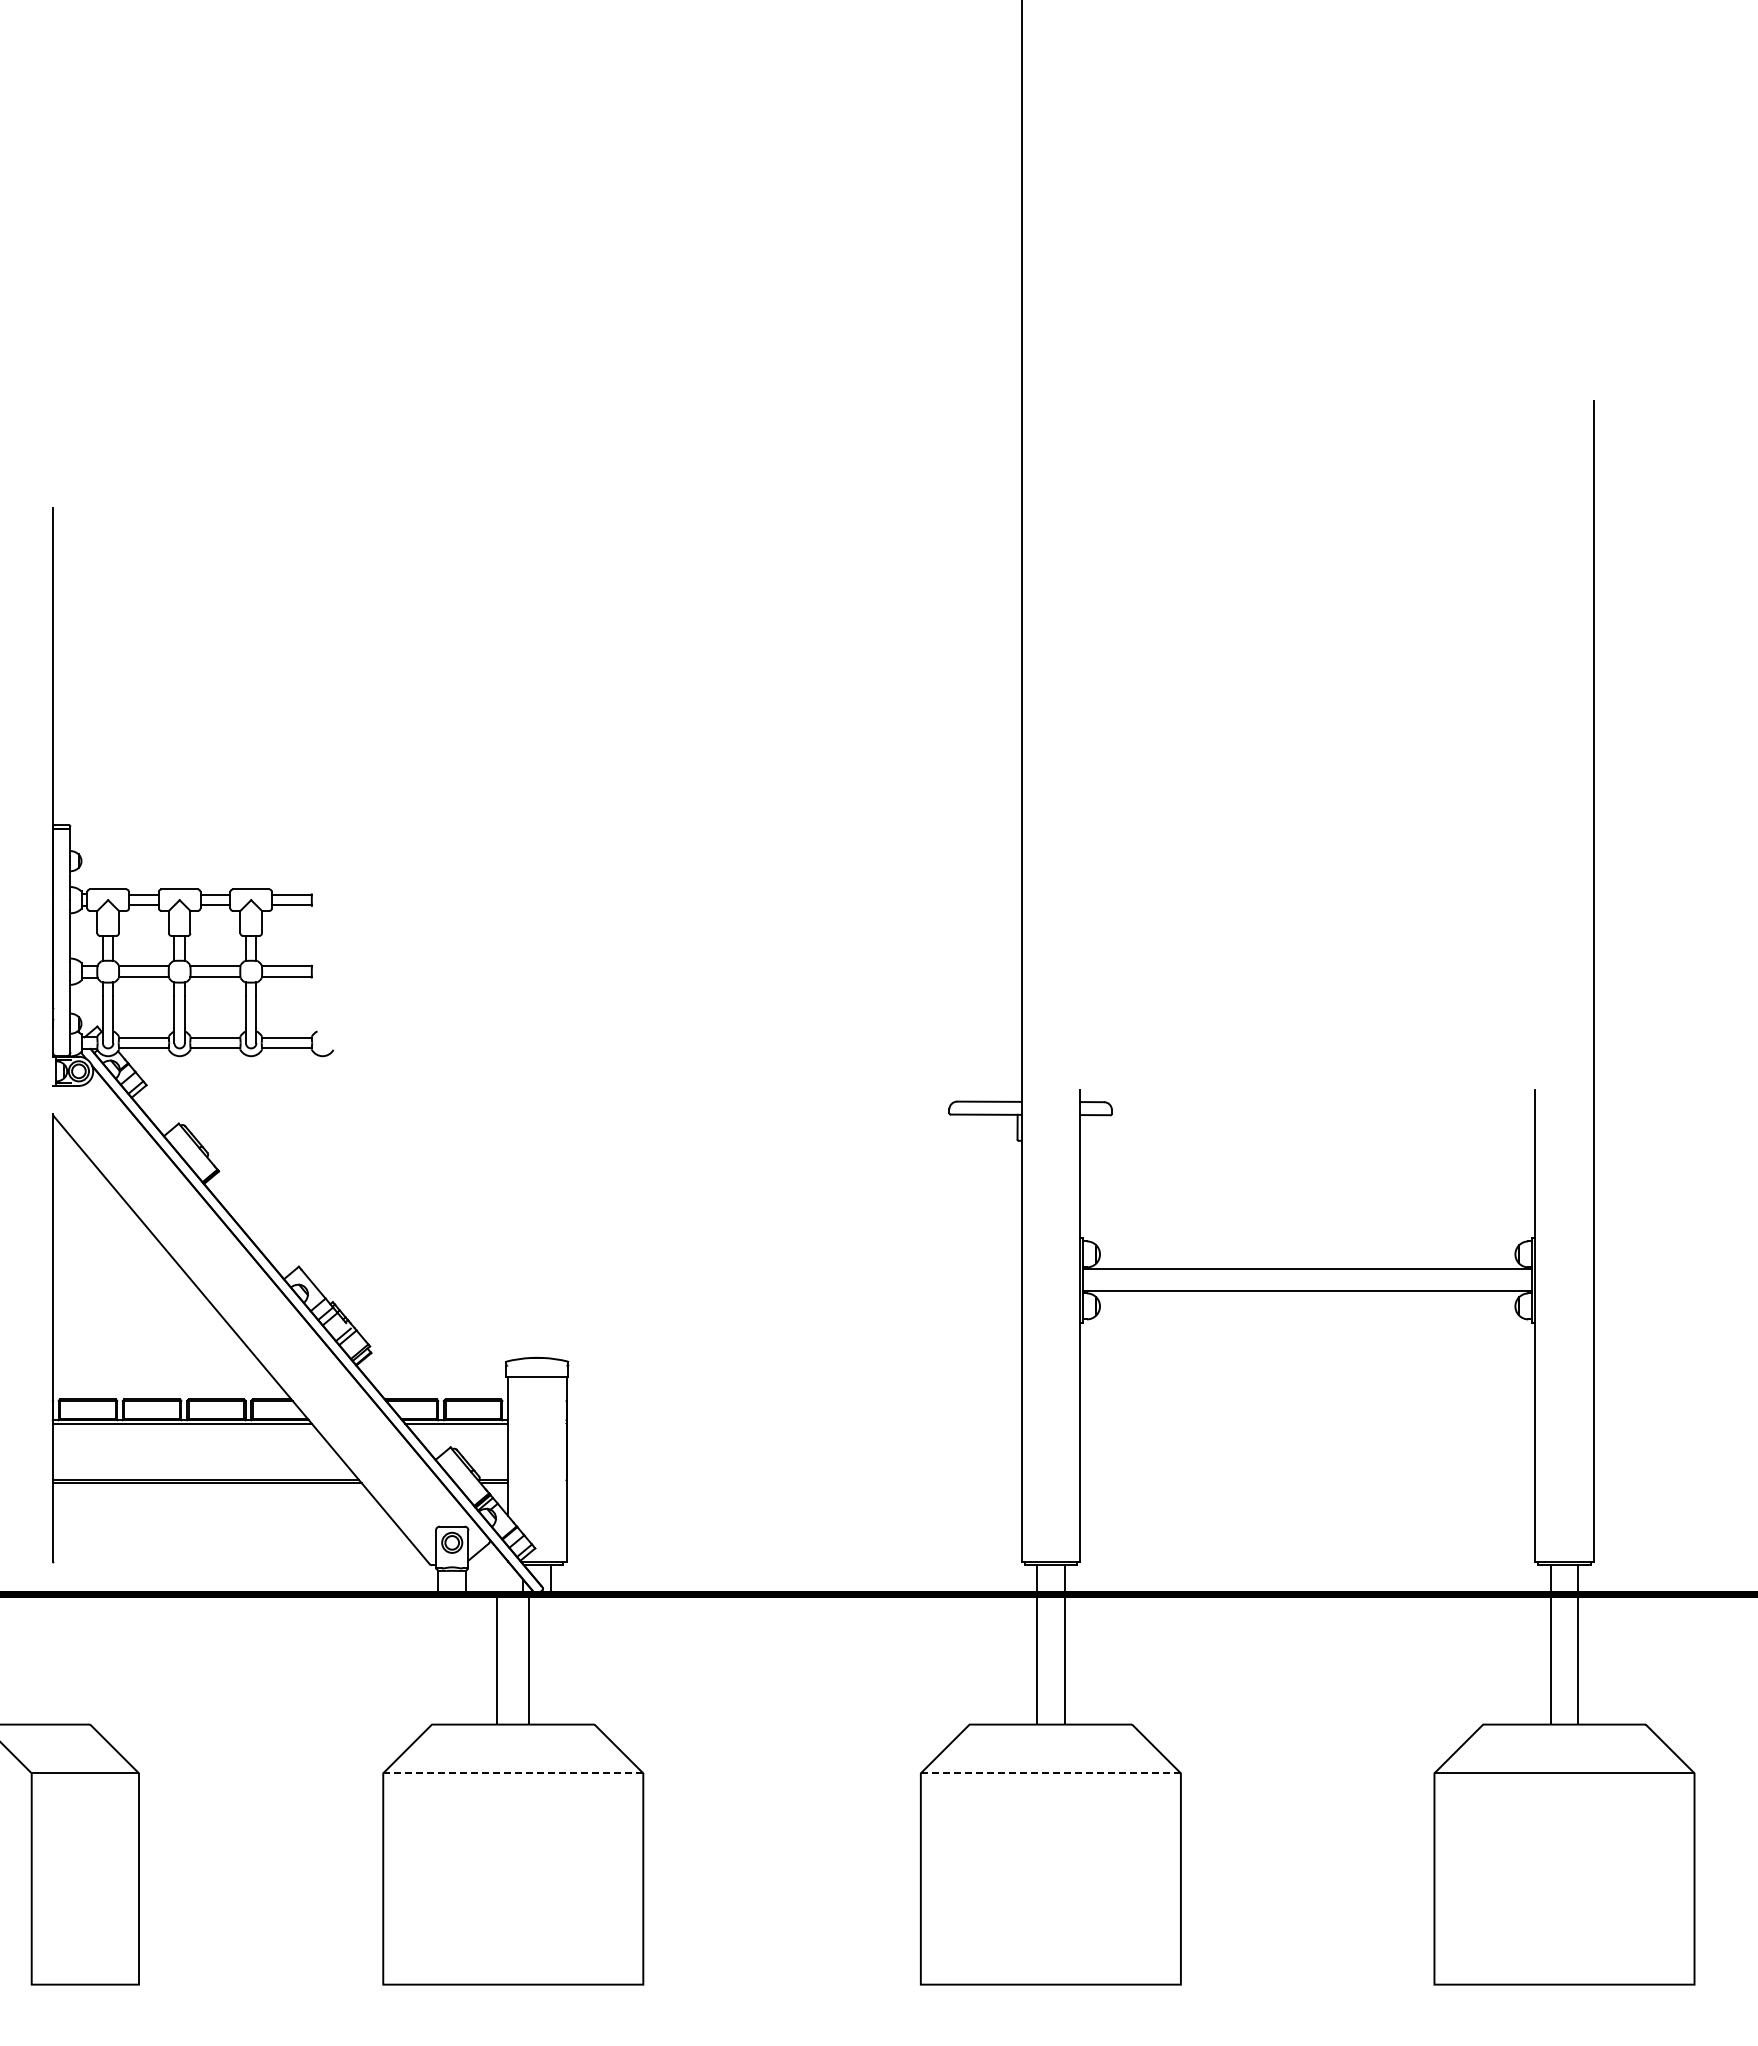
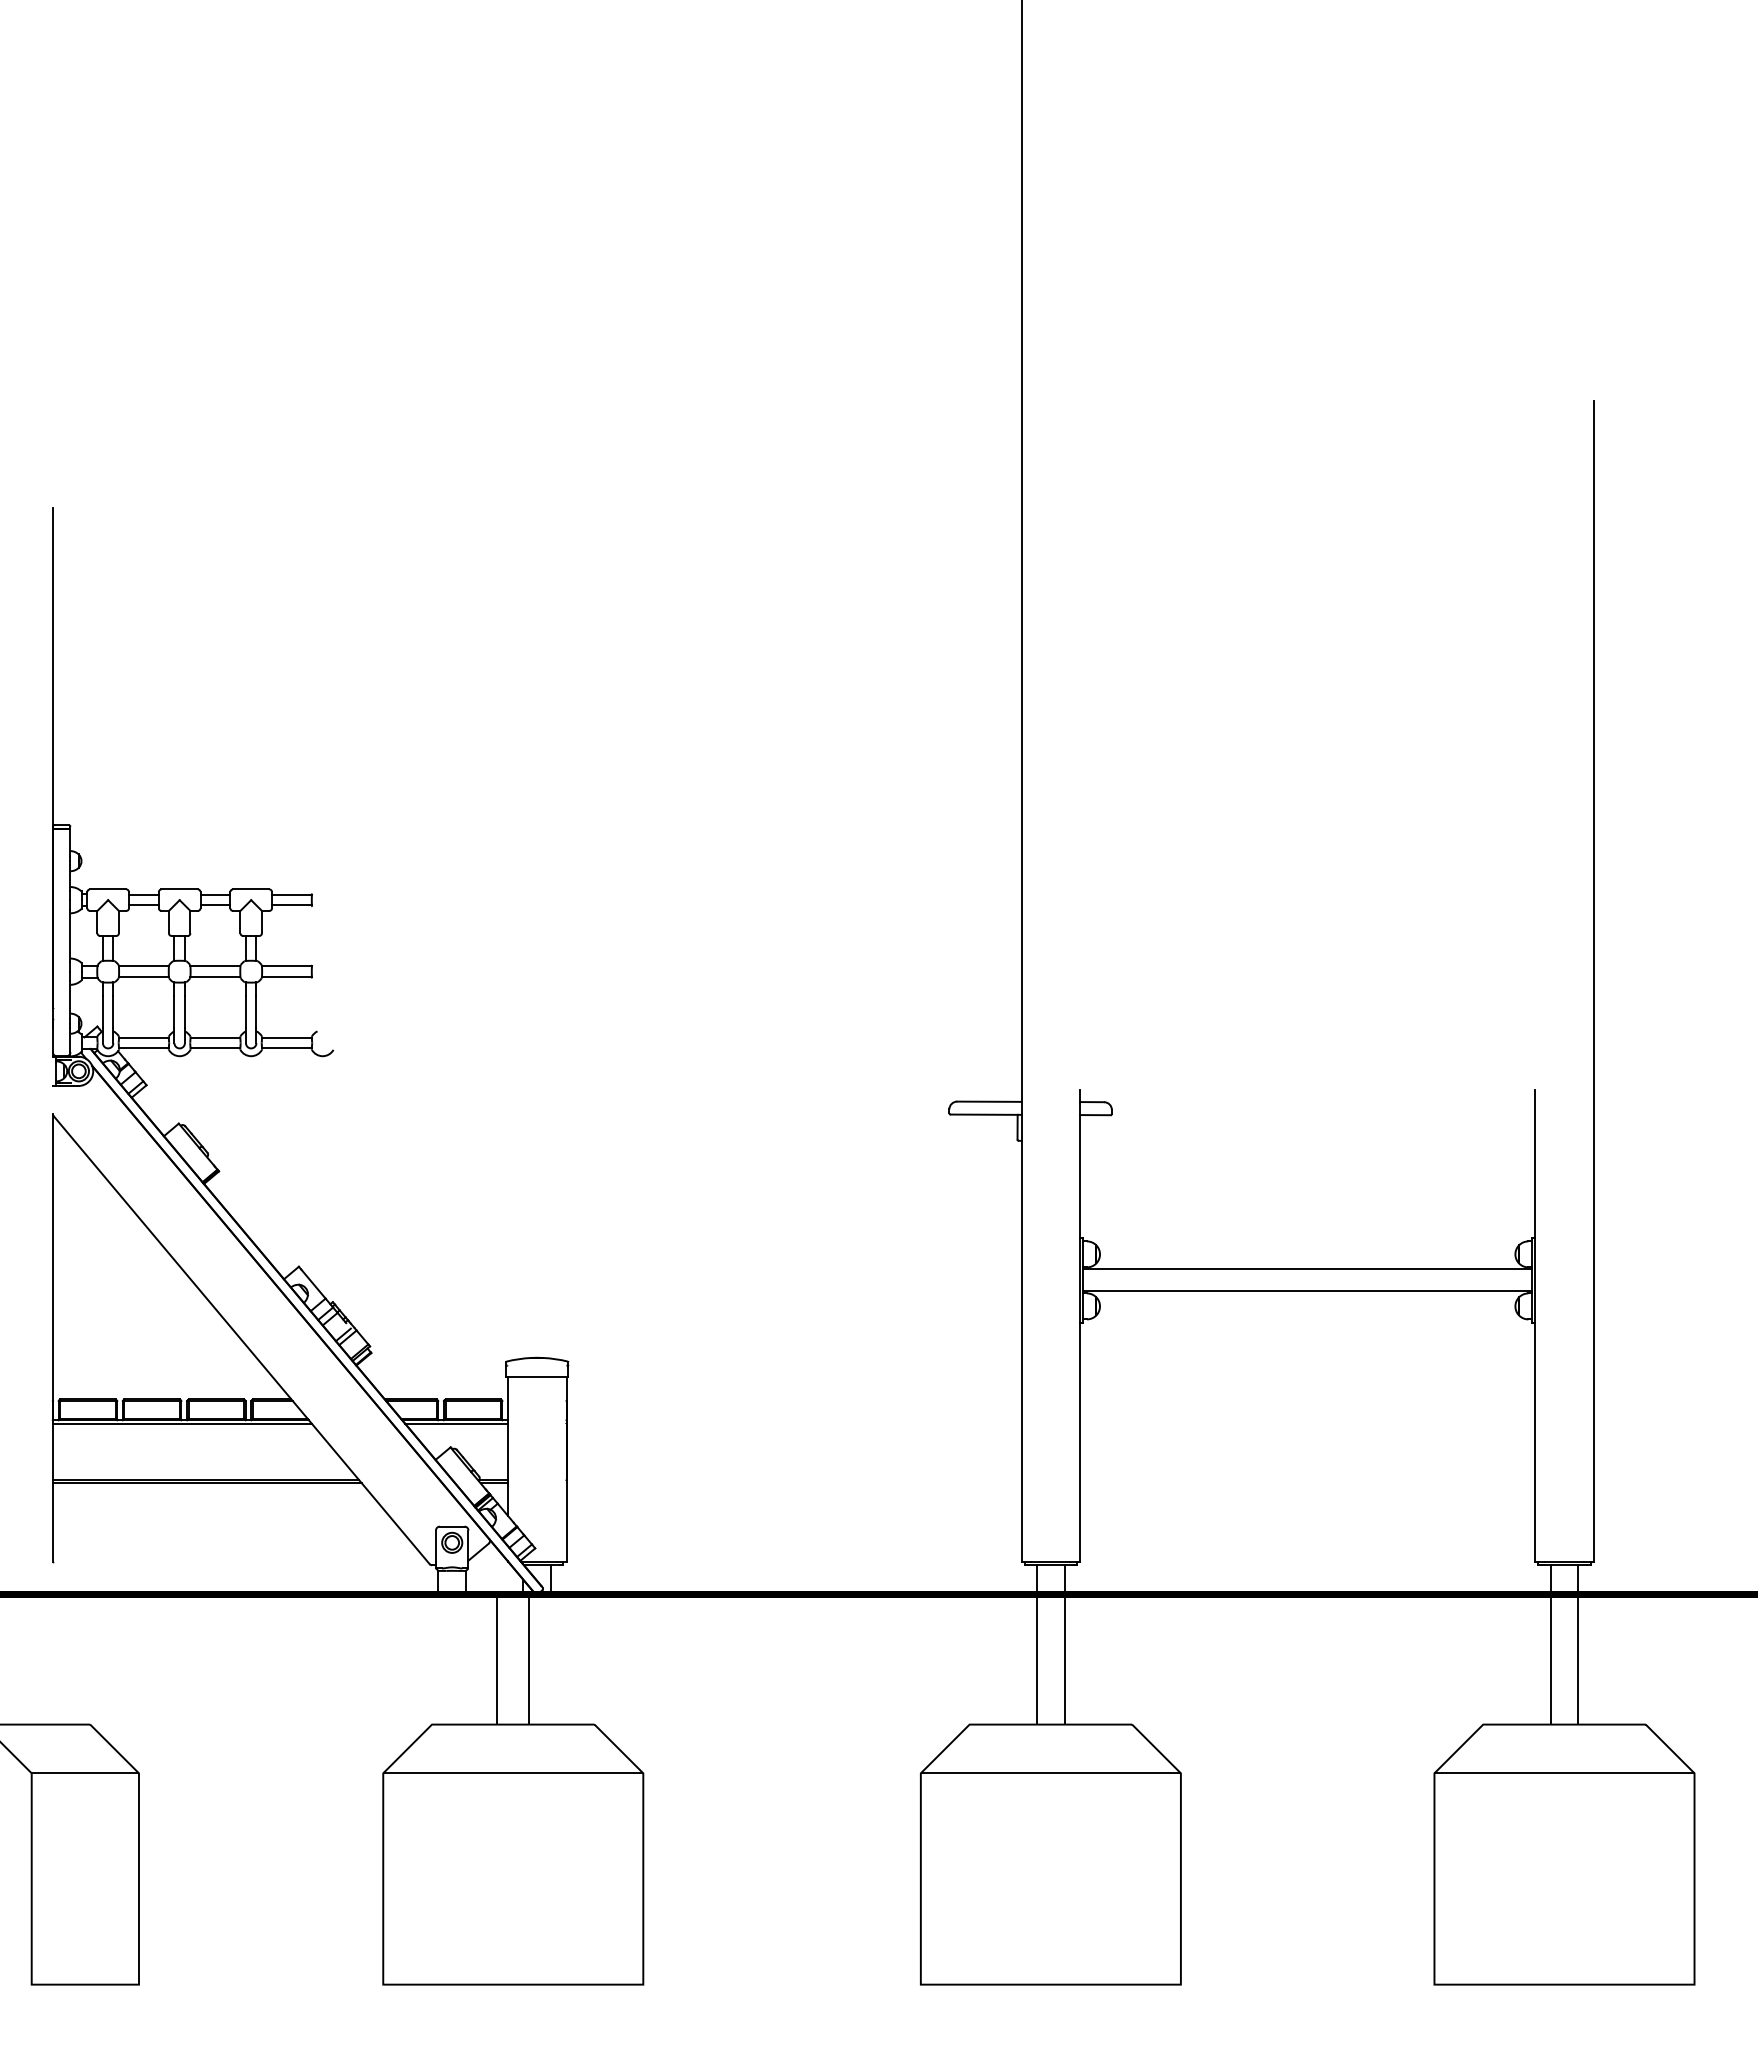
line at (512, 1773): dashed -> solid
line at (1050, 1773): dashed -> solid
